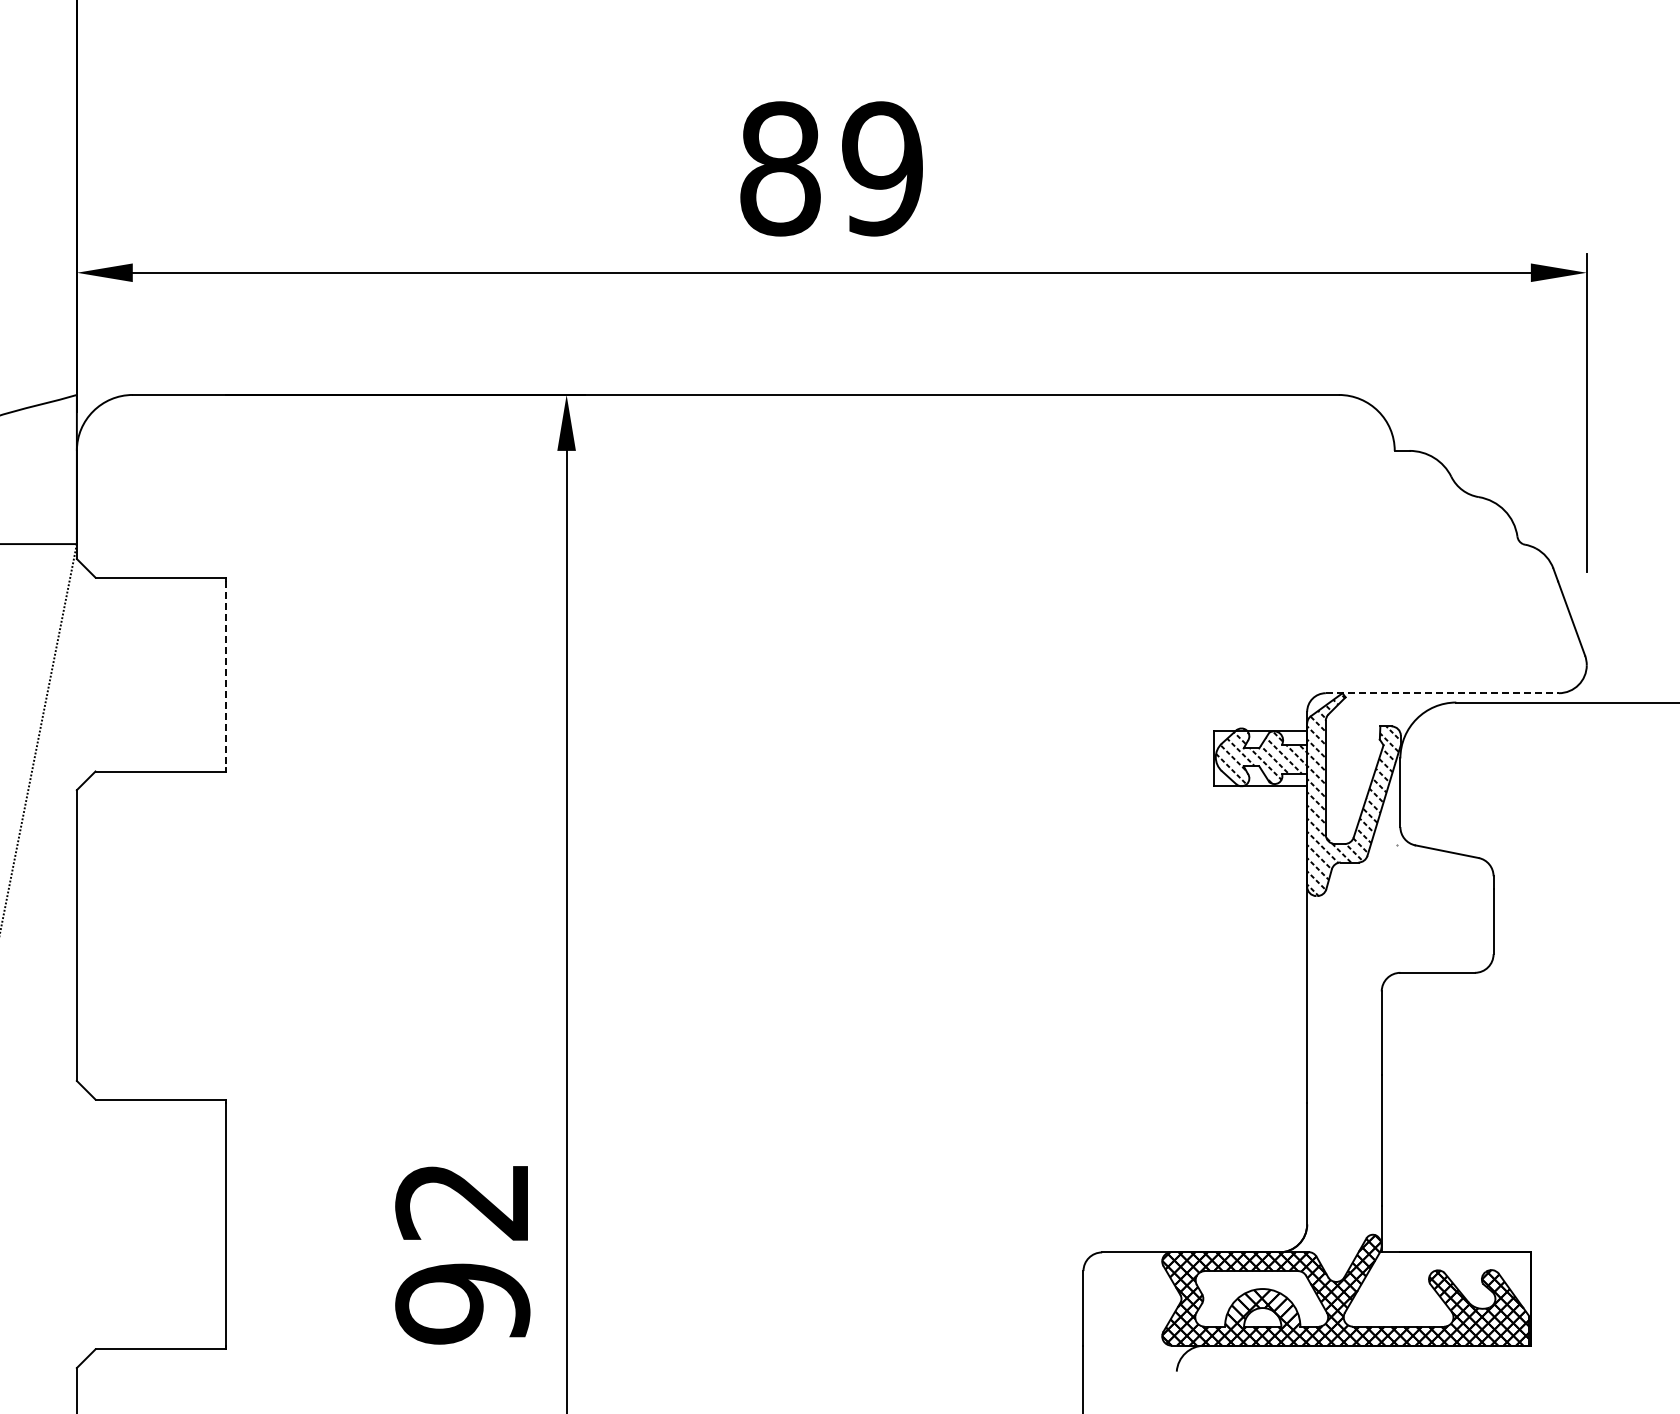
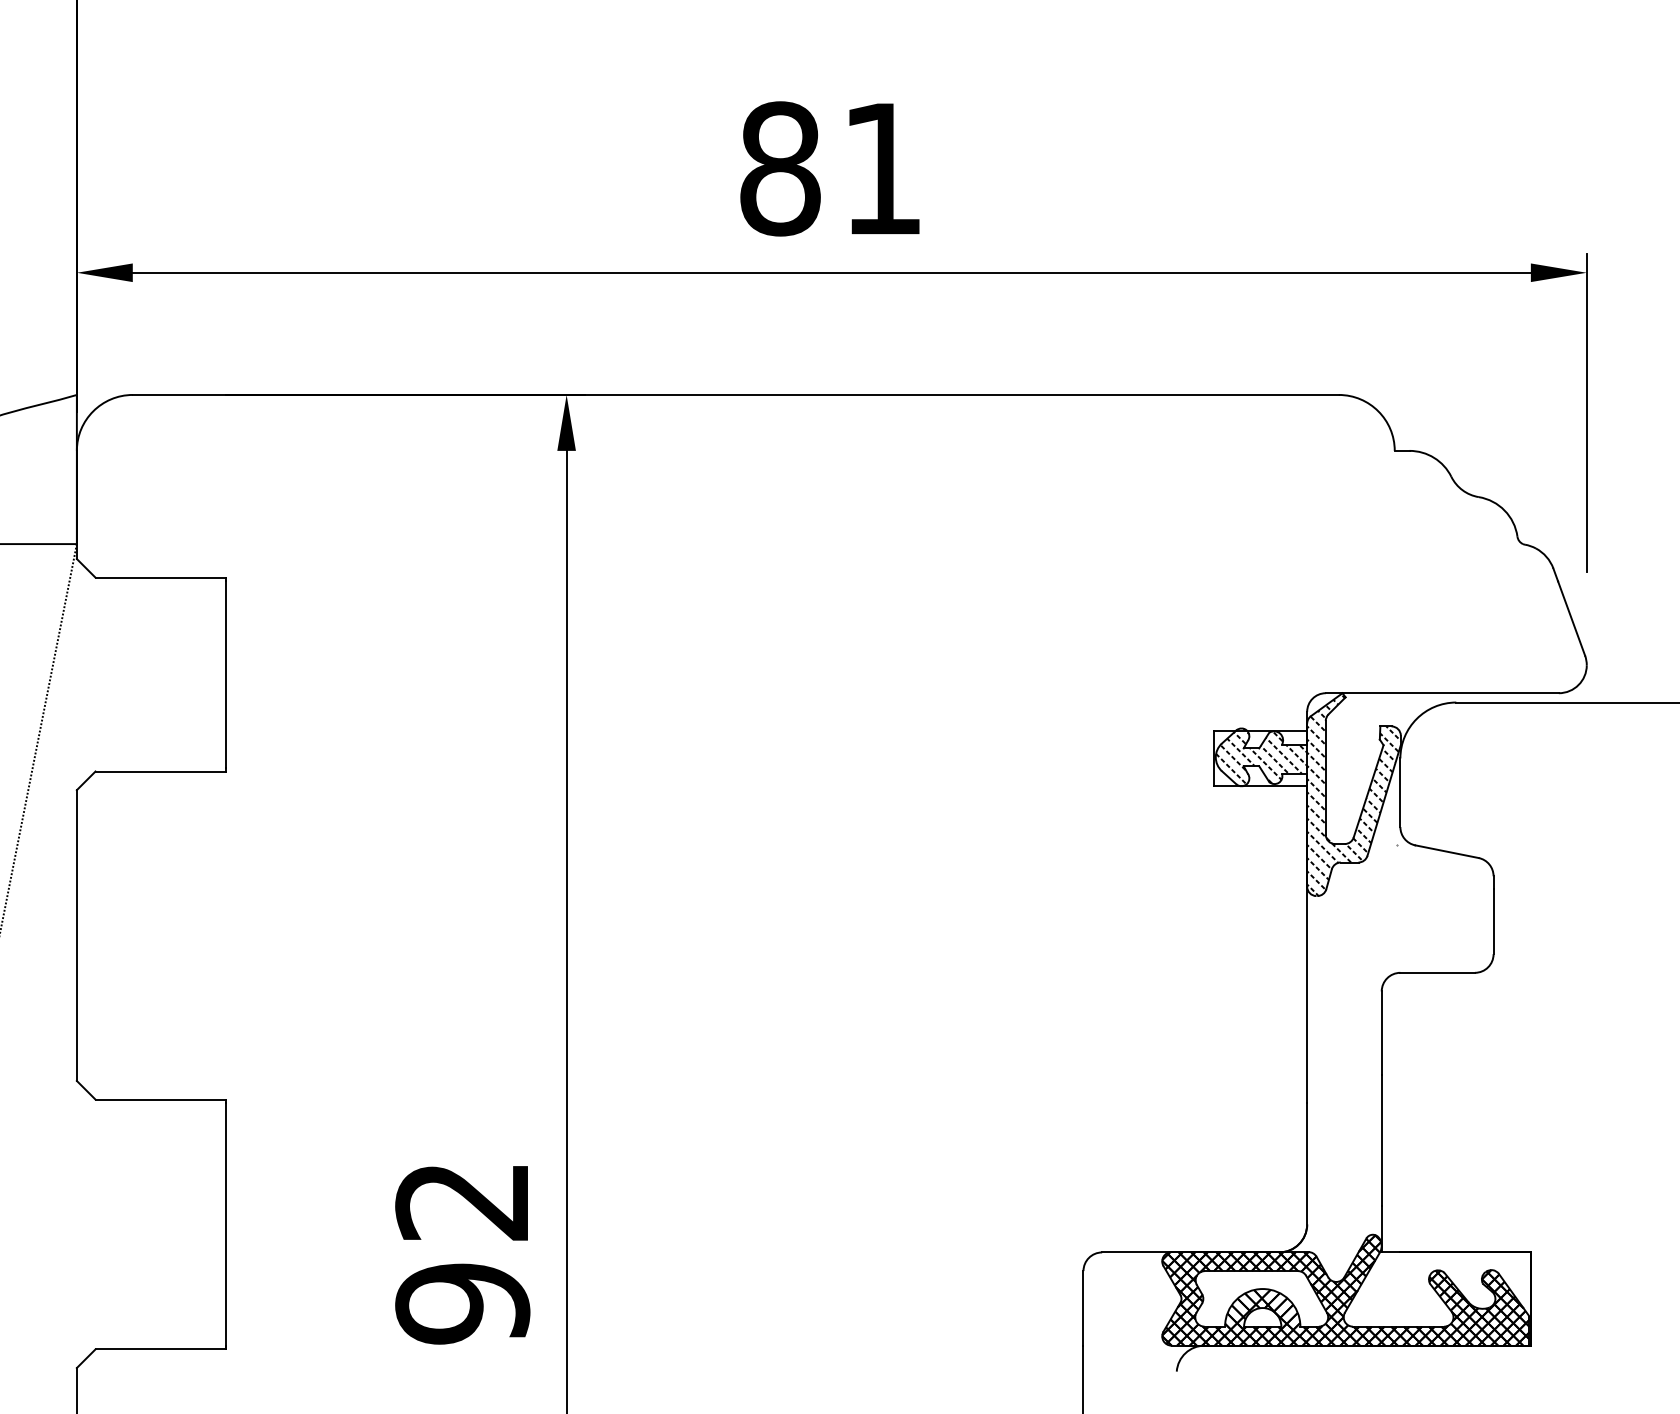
text at (882, 168): 89 -> 81
line at (226, 675): dashed -> solid
line at (1442, 693): dashed -> solid
